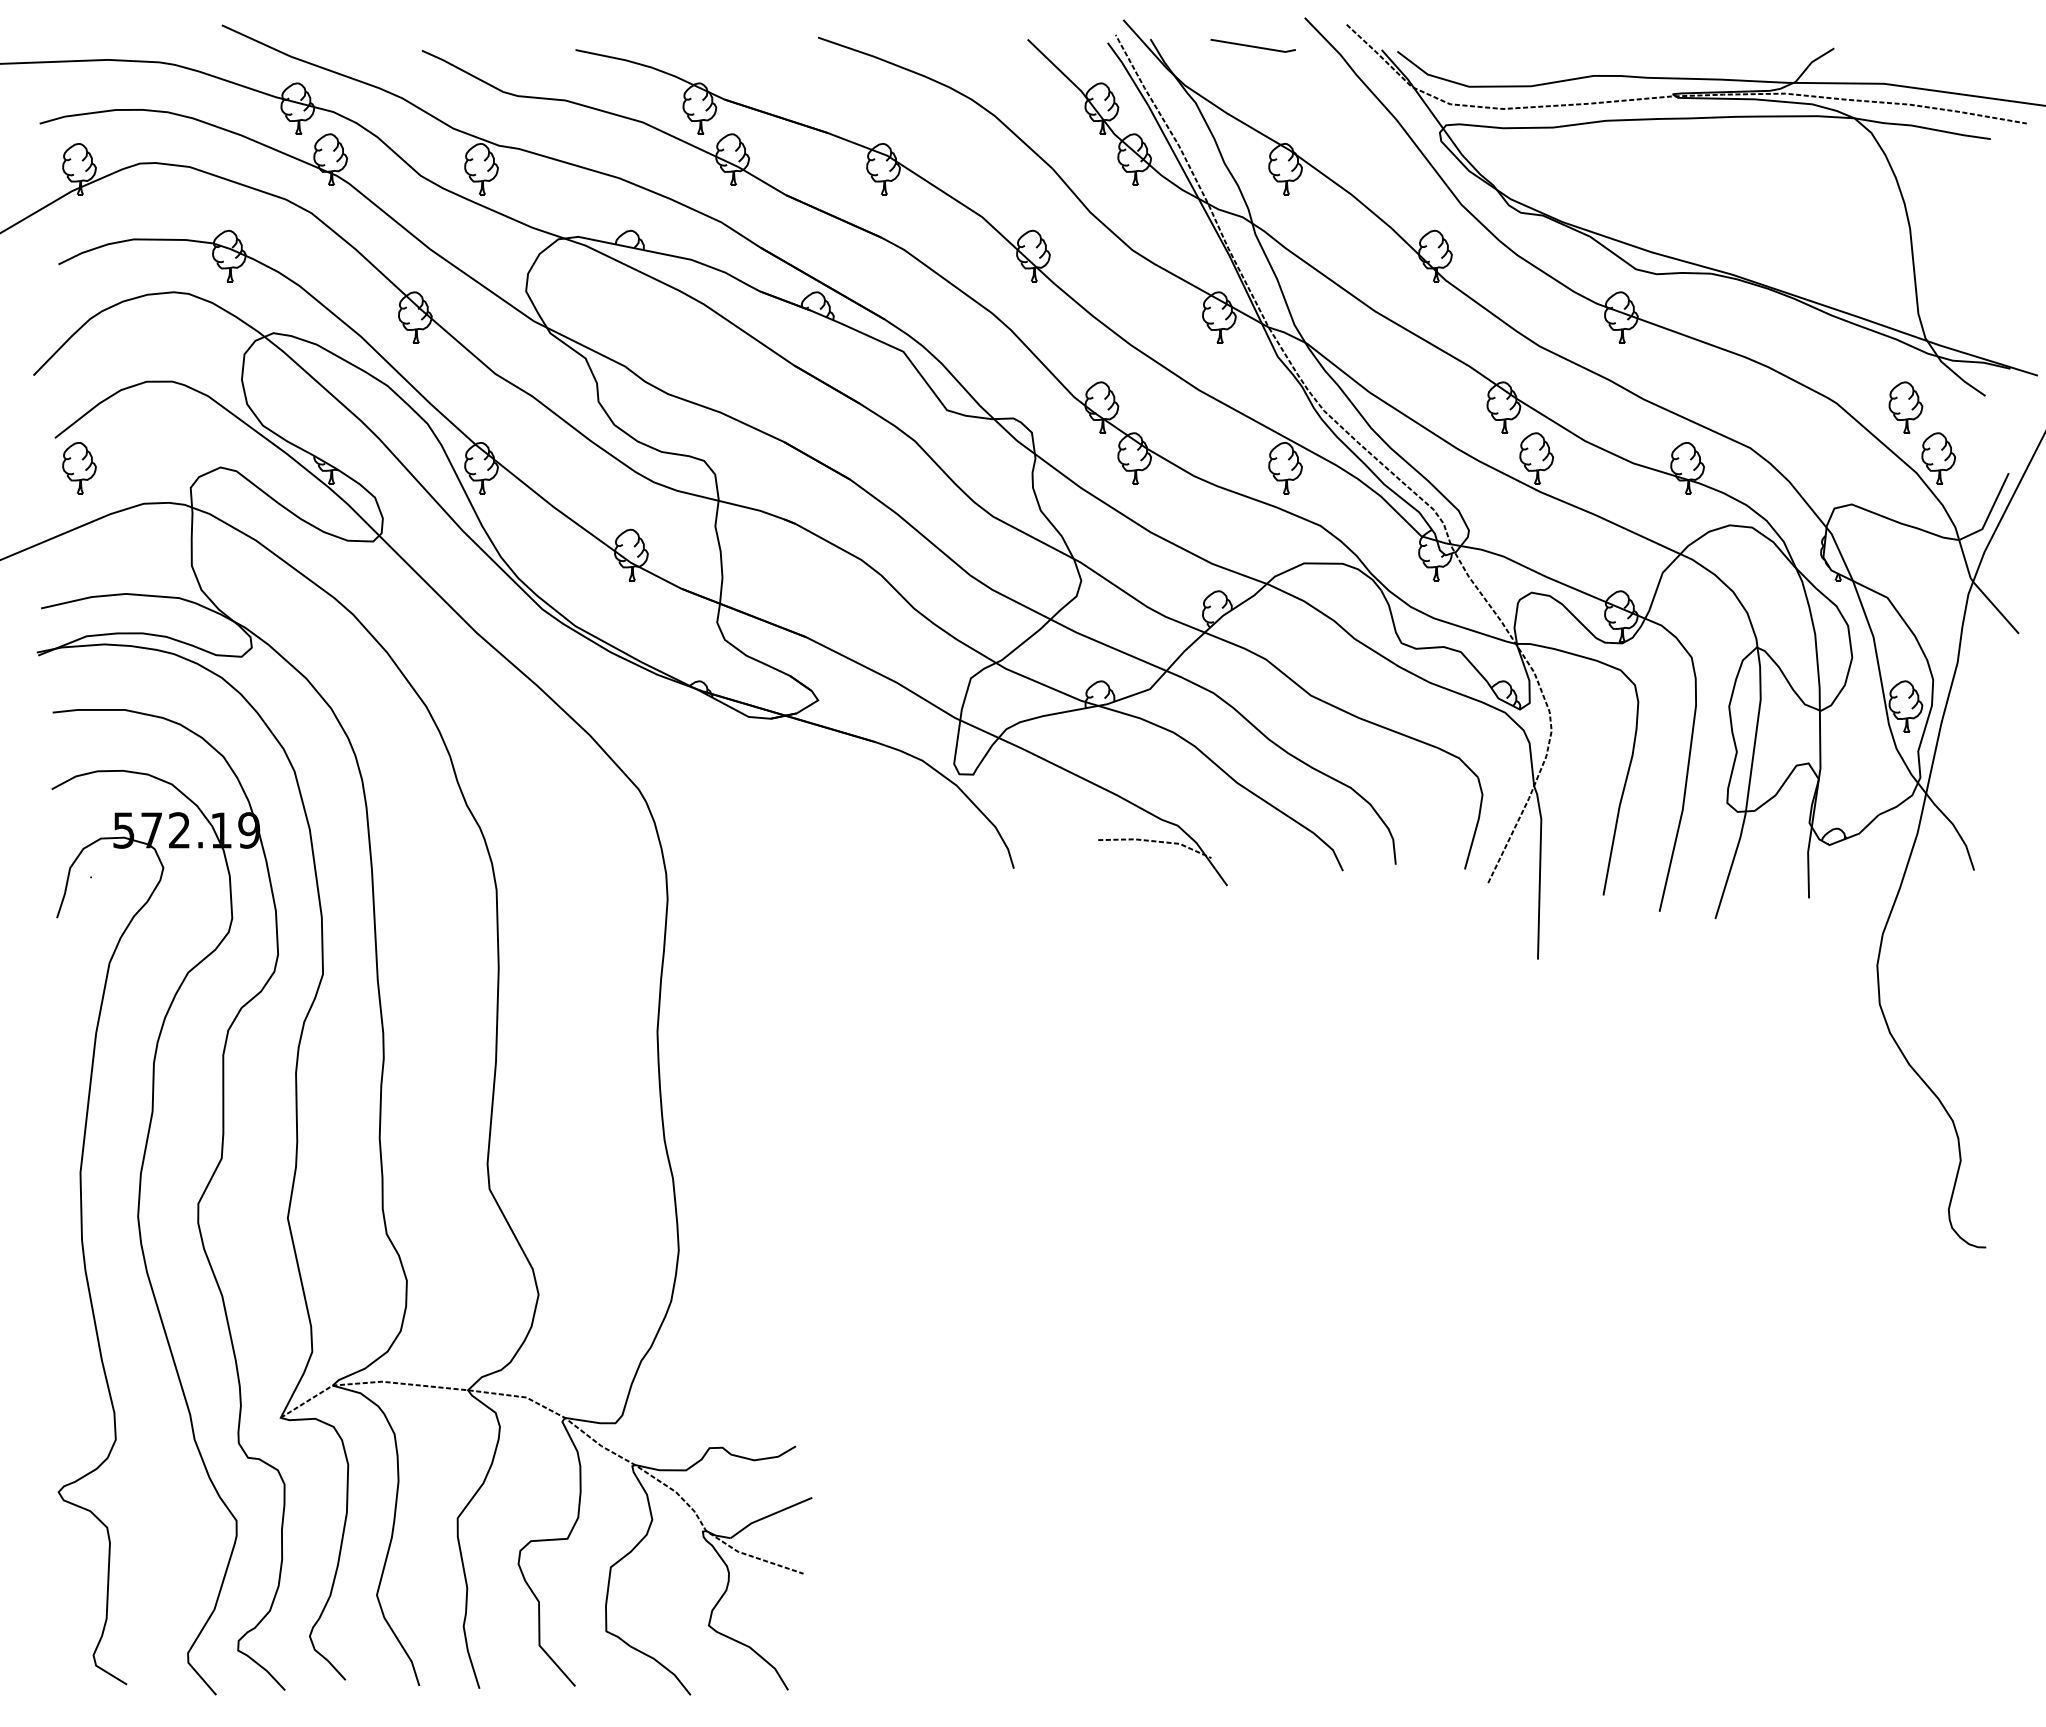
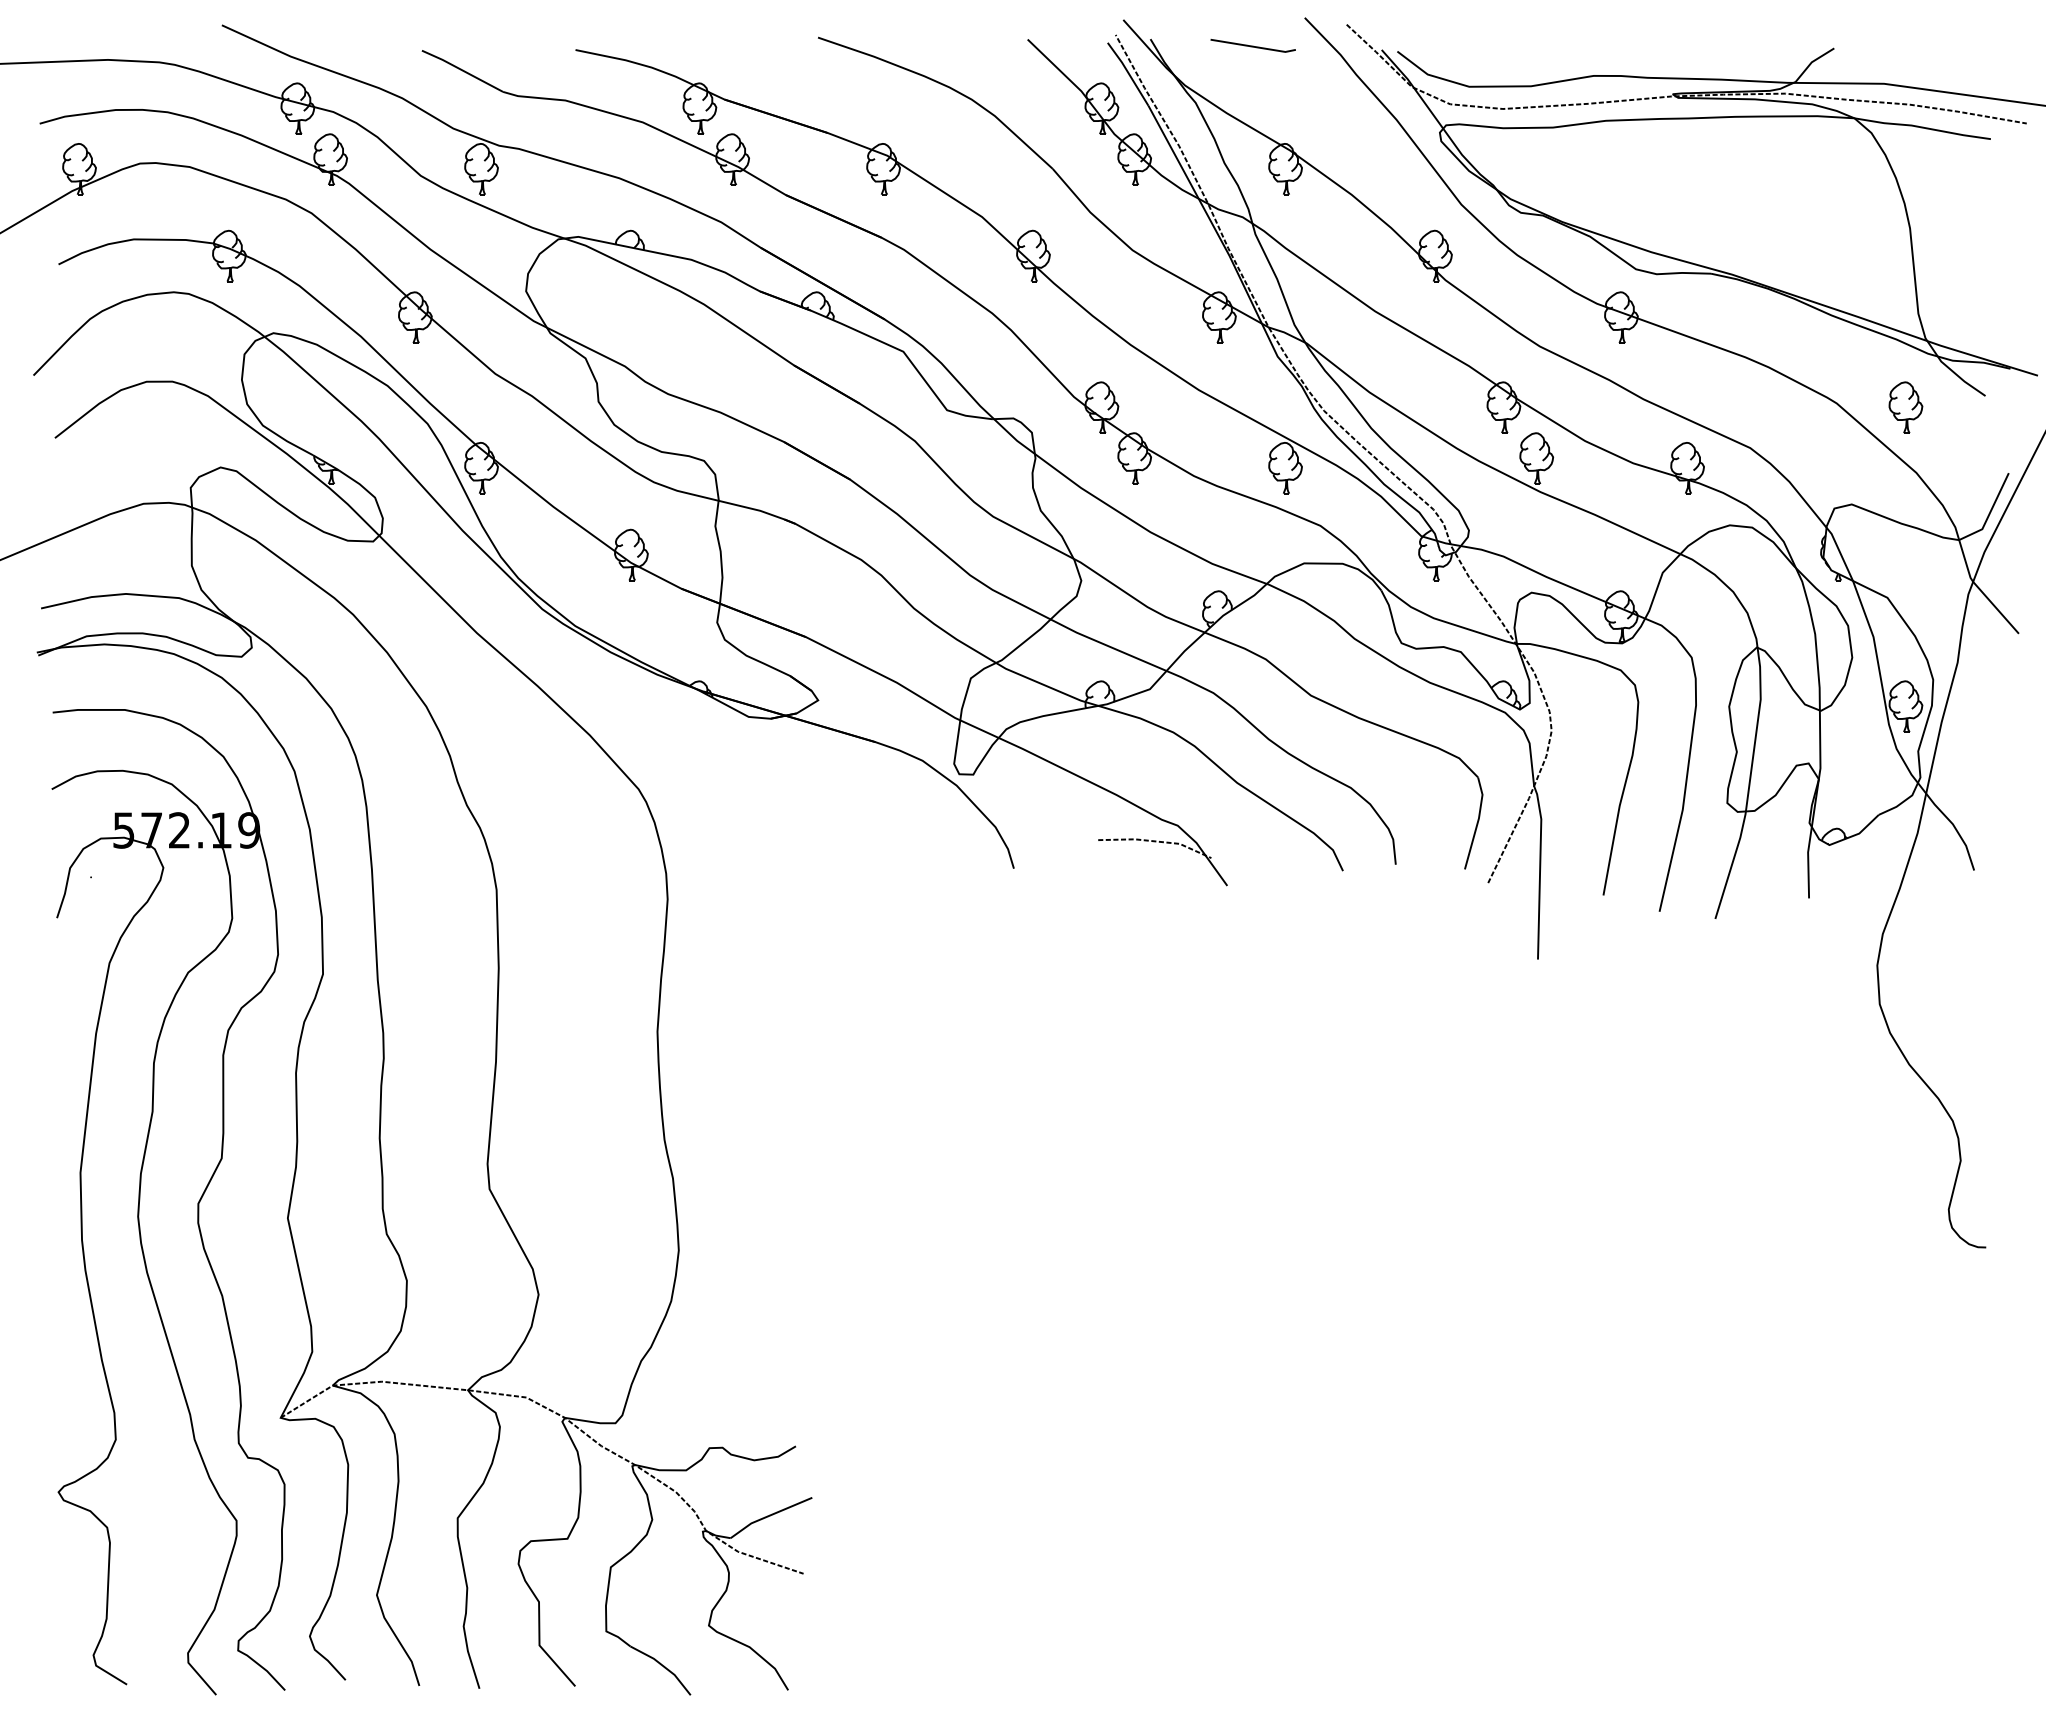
part at (1938, 458): present -> none
part at (79, 468): present -> none
